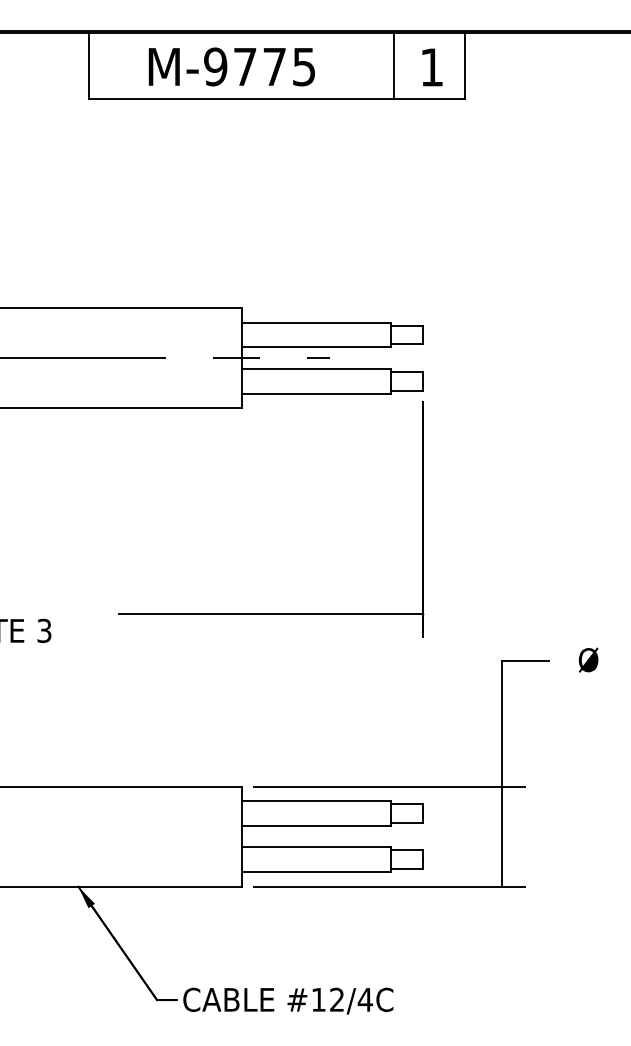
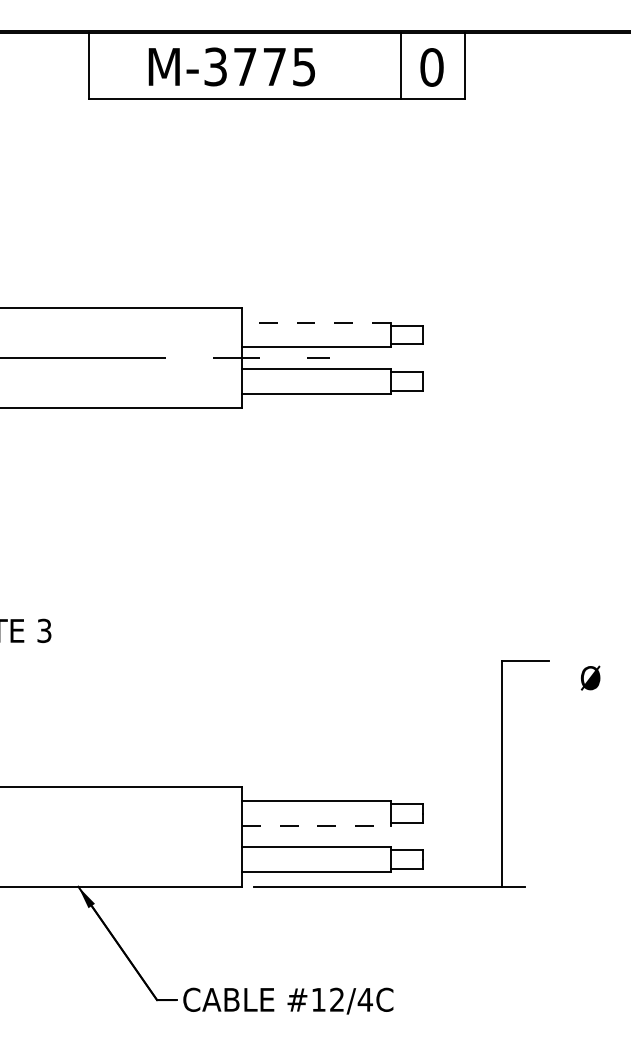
text at (215, 66): M-9775 -> M-3775
line at (394, 66) position: (394, 66) -> (401, 66)
text at (431, 67): 1 -> 0
line at (315, 322): solid -> dashed
part at (271, 613): present -> none
text at (588, 659) position: (588, 659) -> (590, 677)
line at (389, 786): present -> none
line at (316, 825): solid -> dashed
